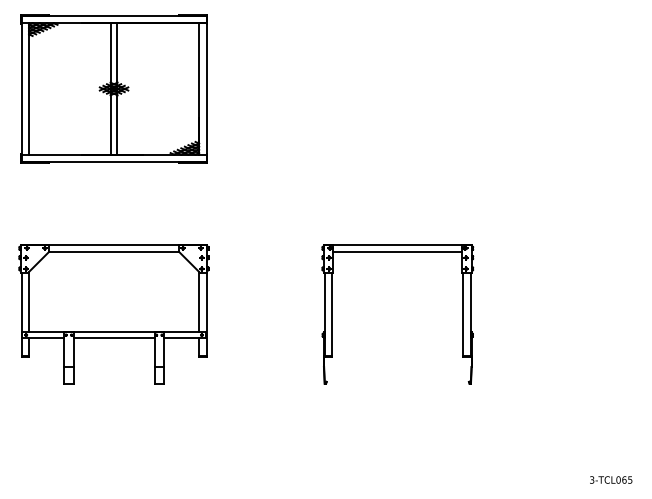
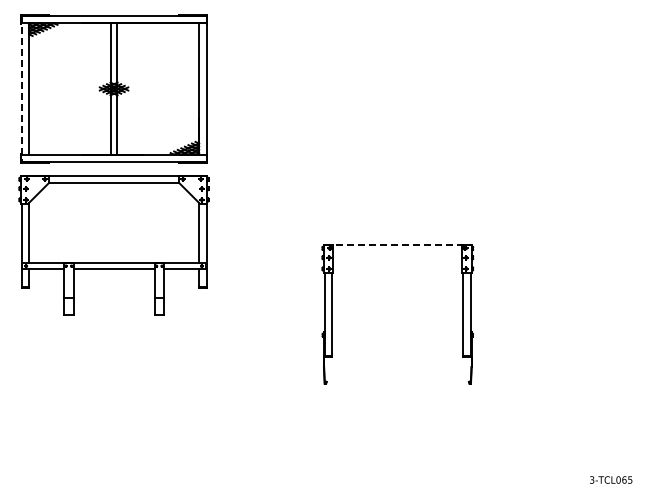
line at (21, 89): solid -> dashed
line at (398, 244): solid -> dashed
line at (397, 252): present -> none
part at (113, 314) position: (113, 314) -> (113, 245)
